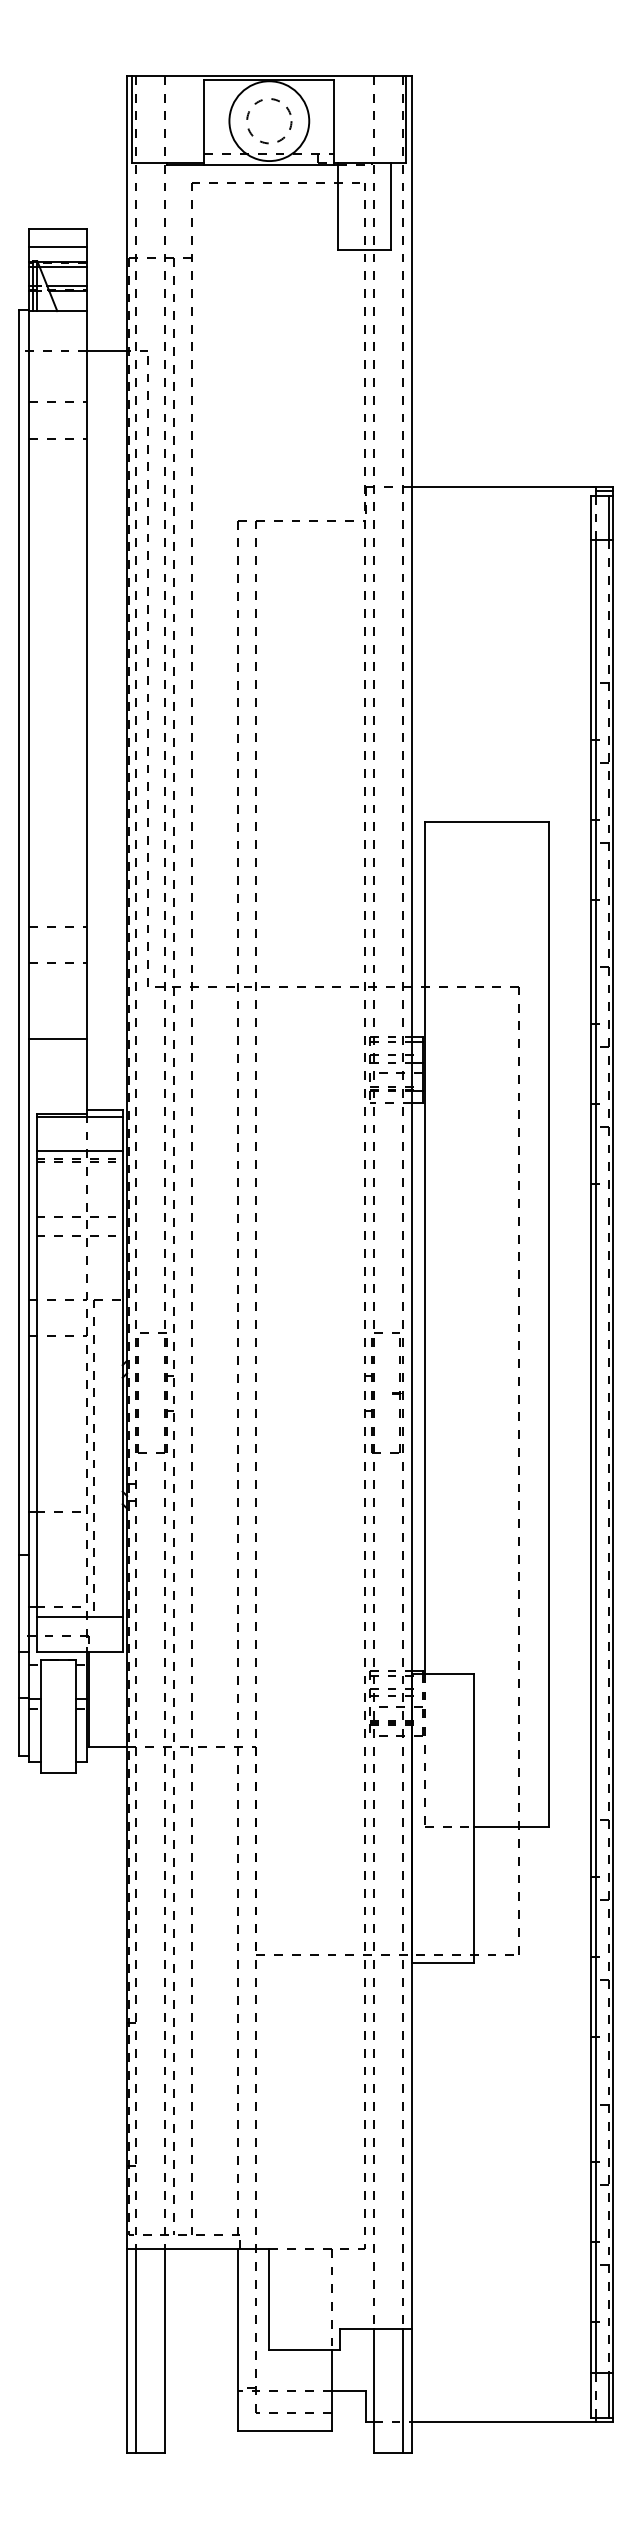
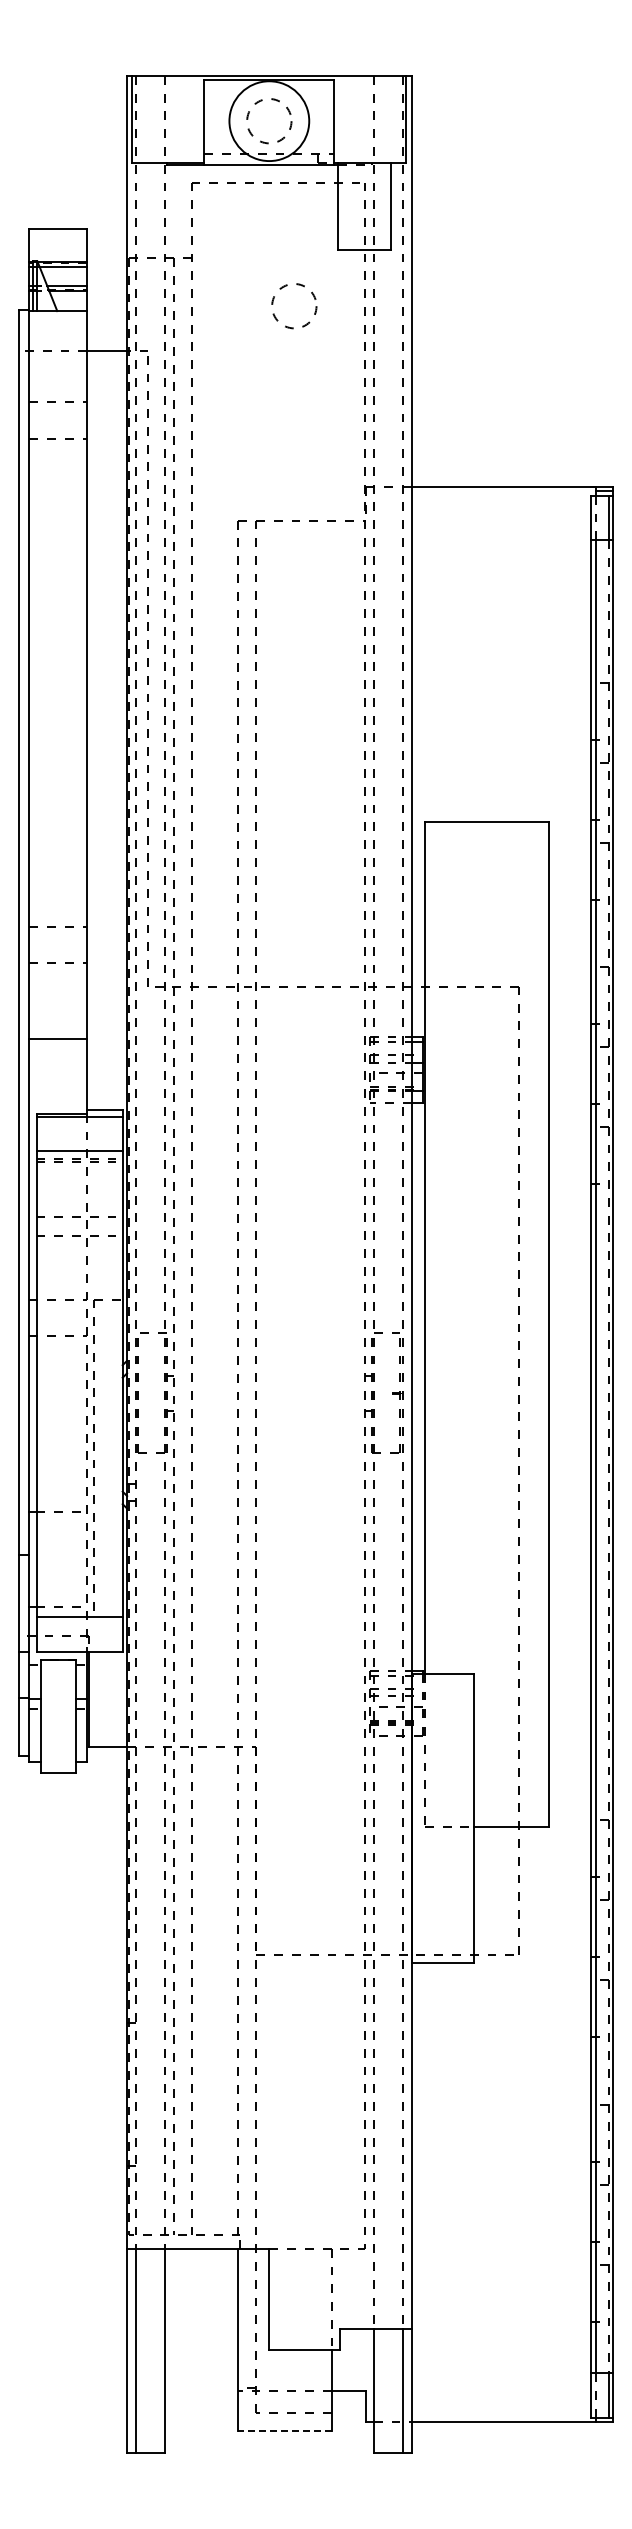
line at (58, 247): present -> none
circle at (294, 306): none -> present
line at (284, 2430): solid -> dashed
